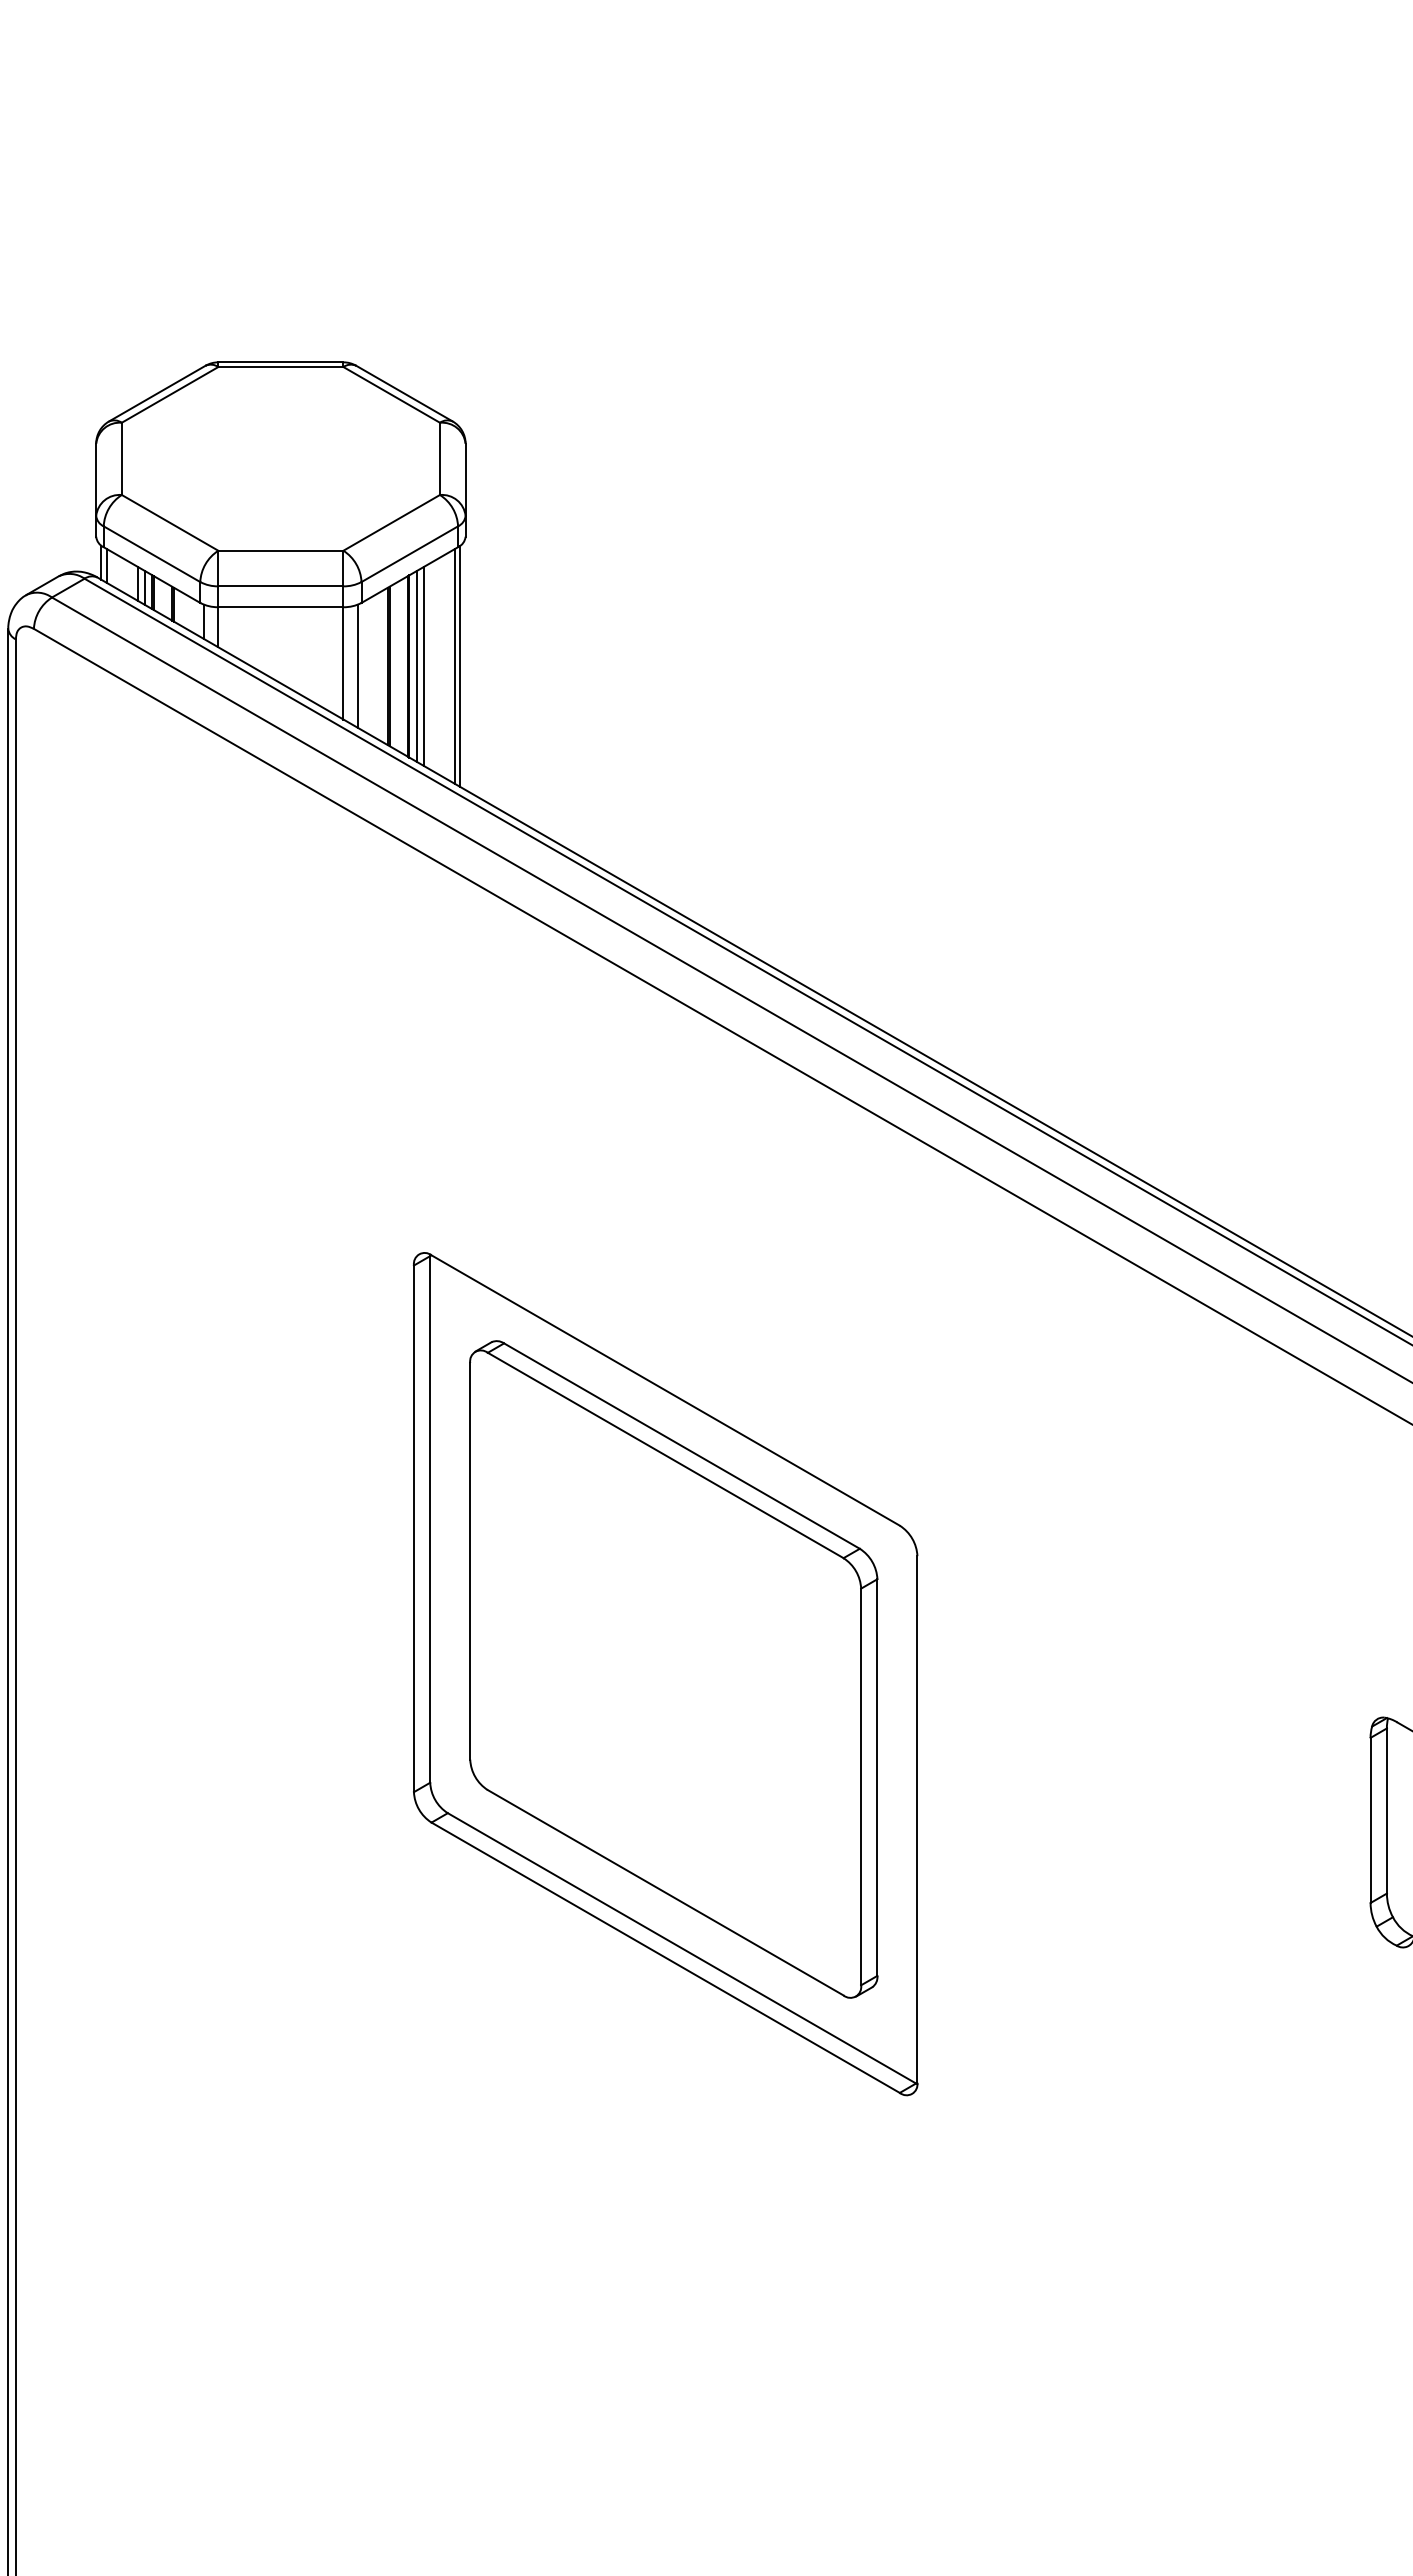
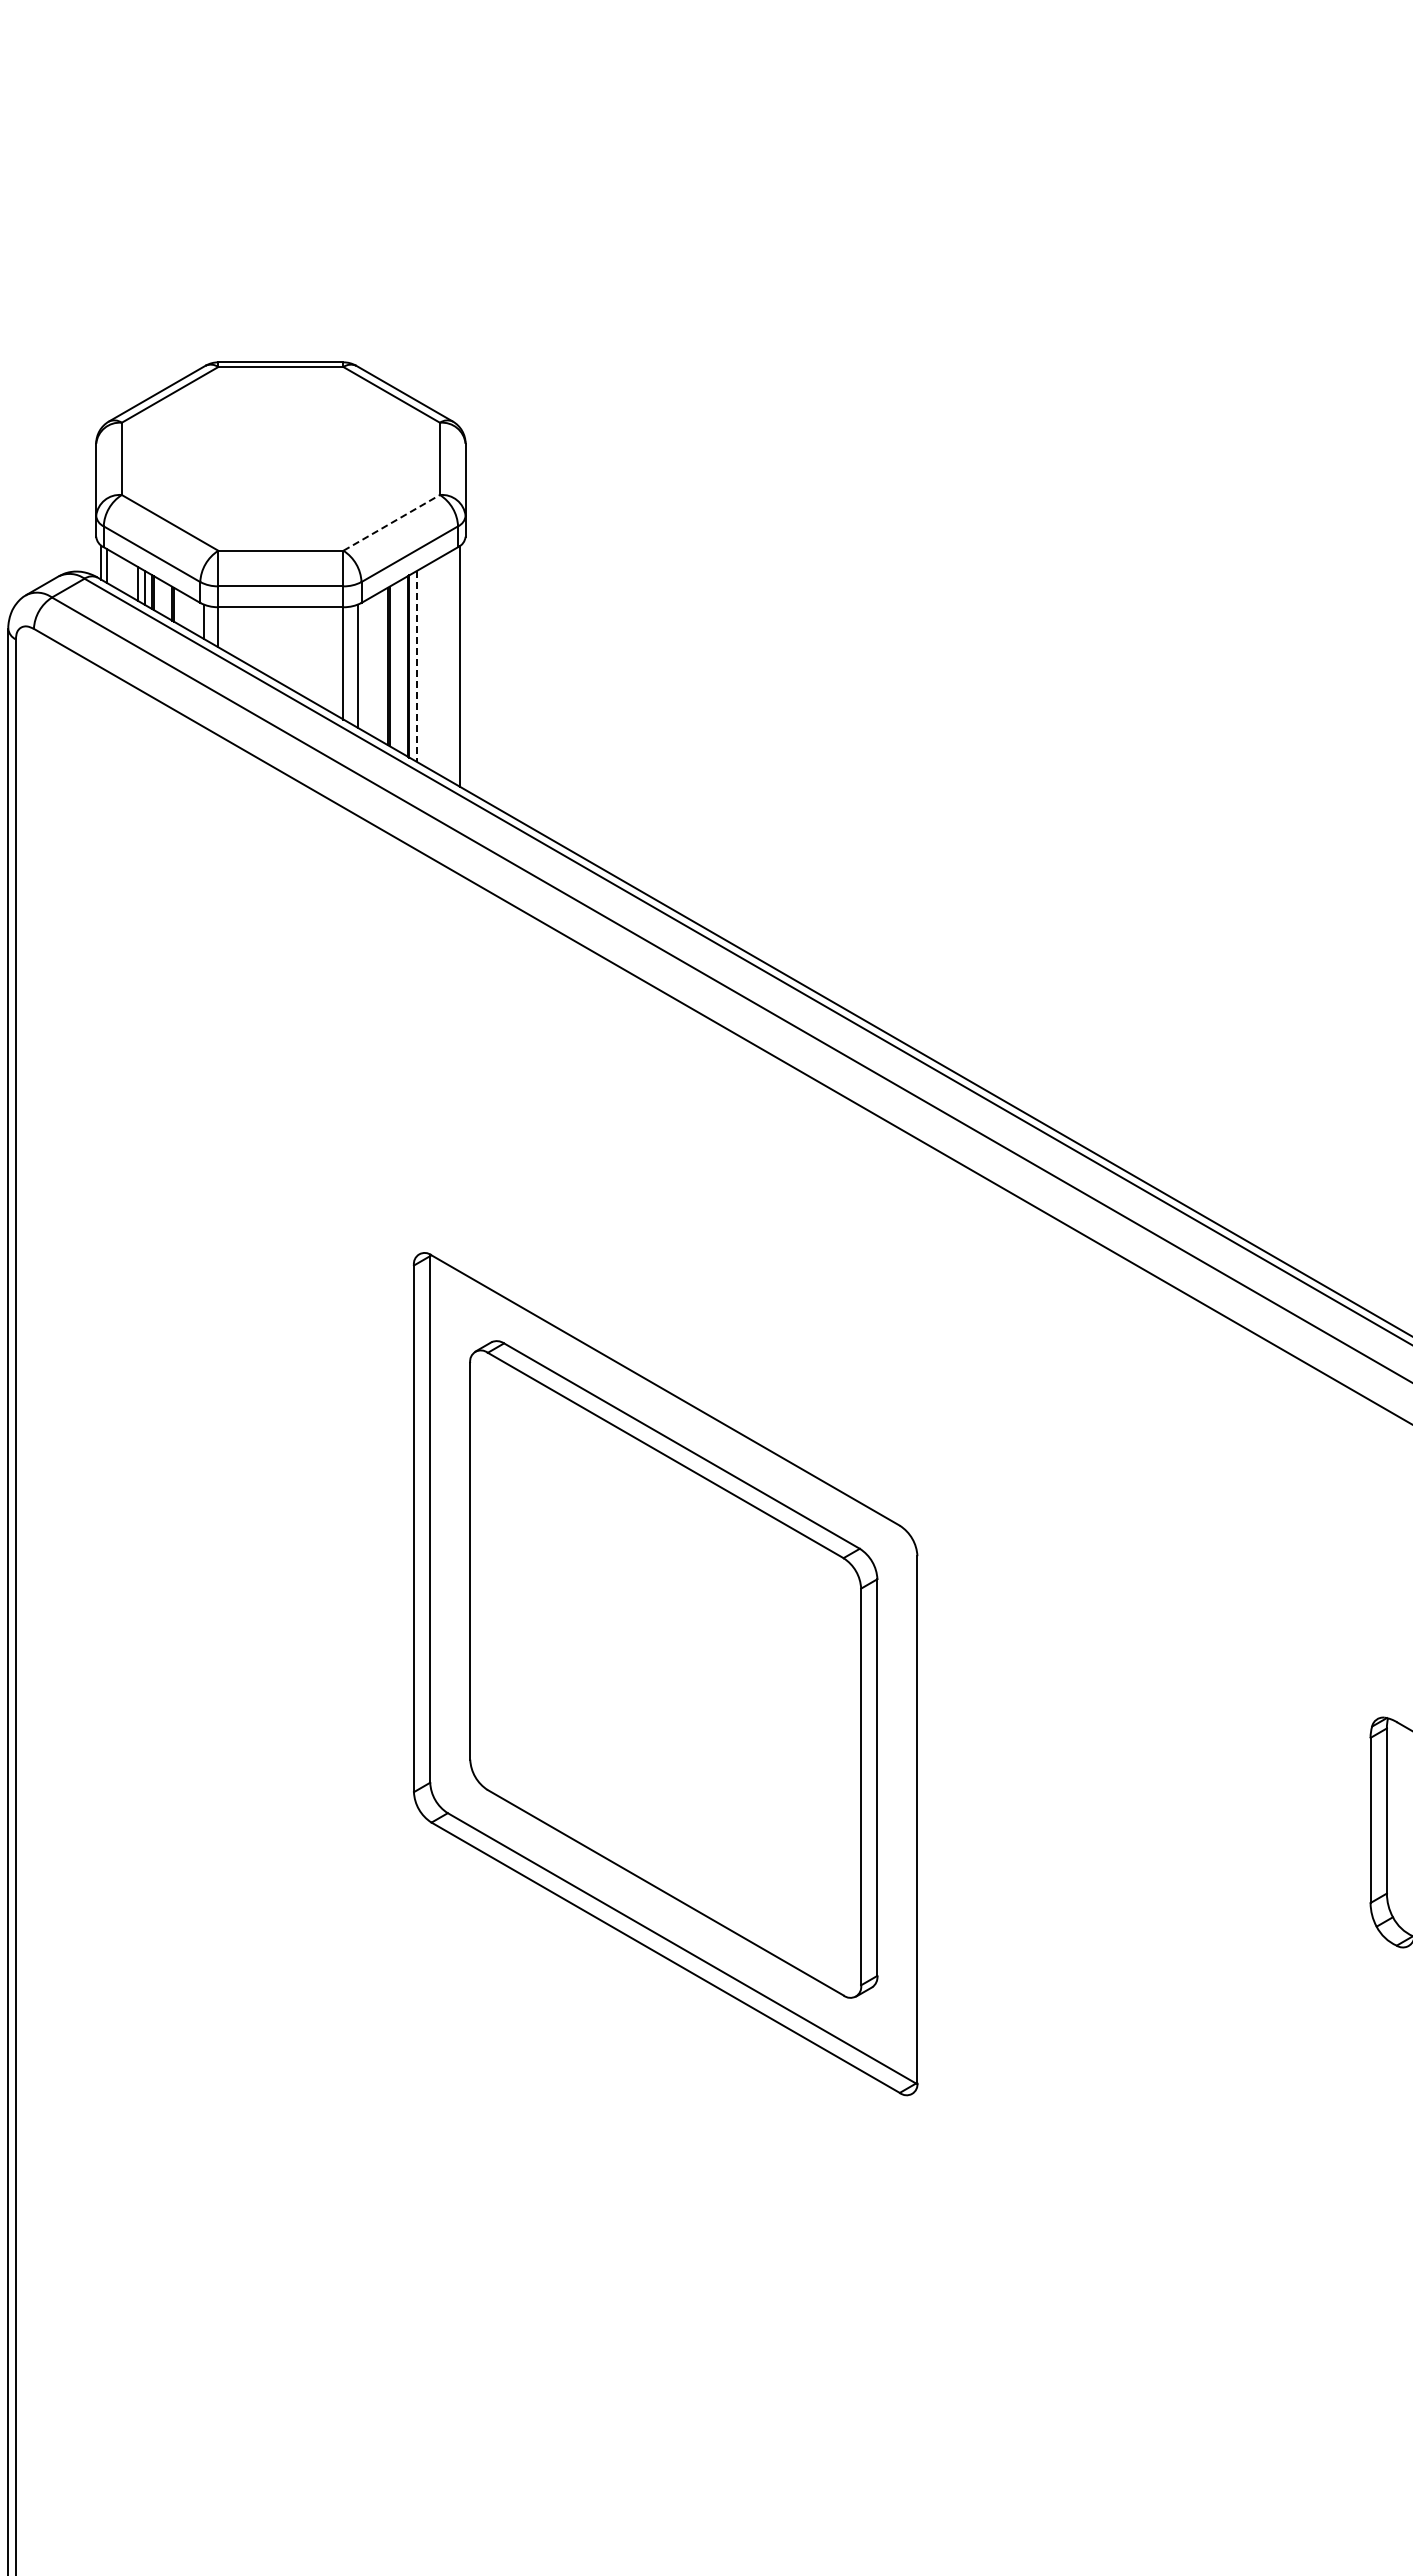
line at (391, 522): solid -> dashed
line at (417, 666): solid -> dashed
line at (424, 666): present -> none
line at (454, 666): present -> none
